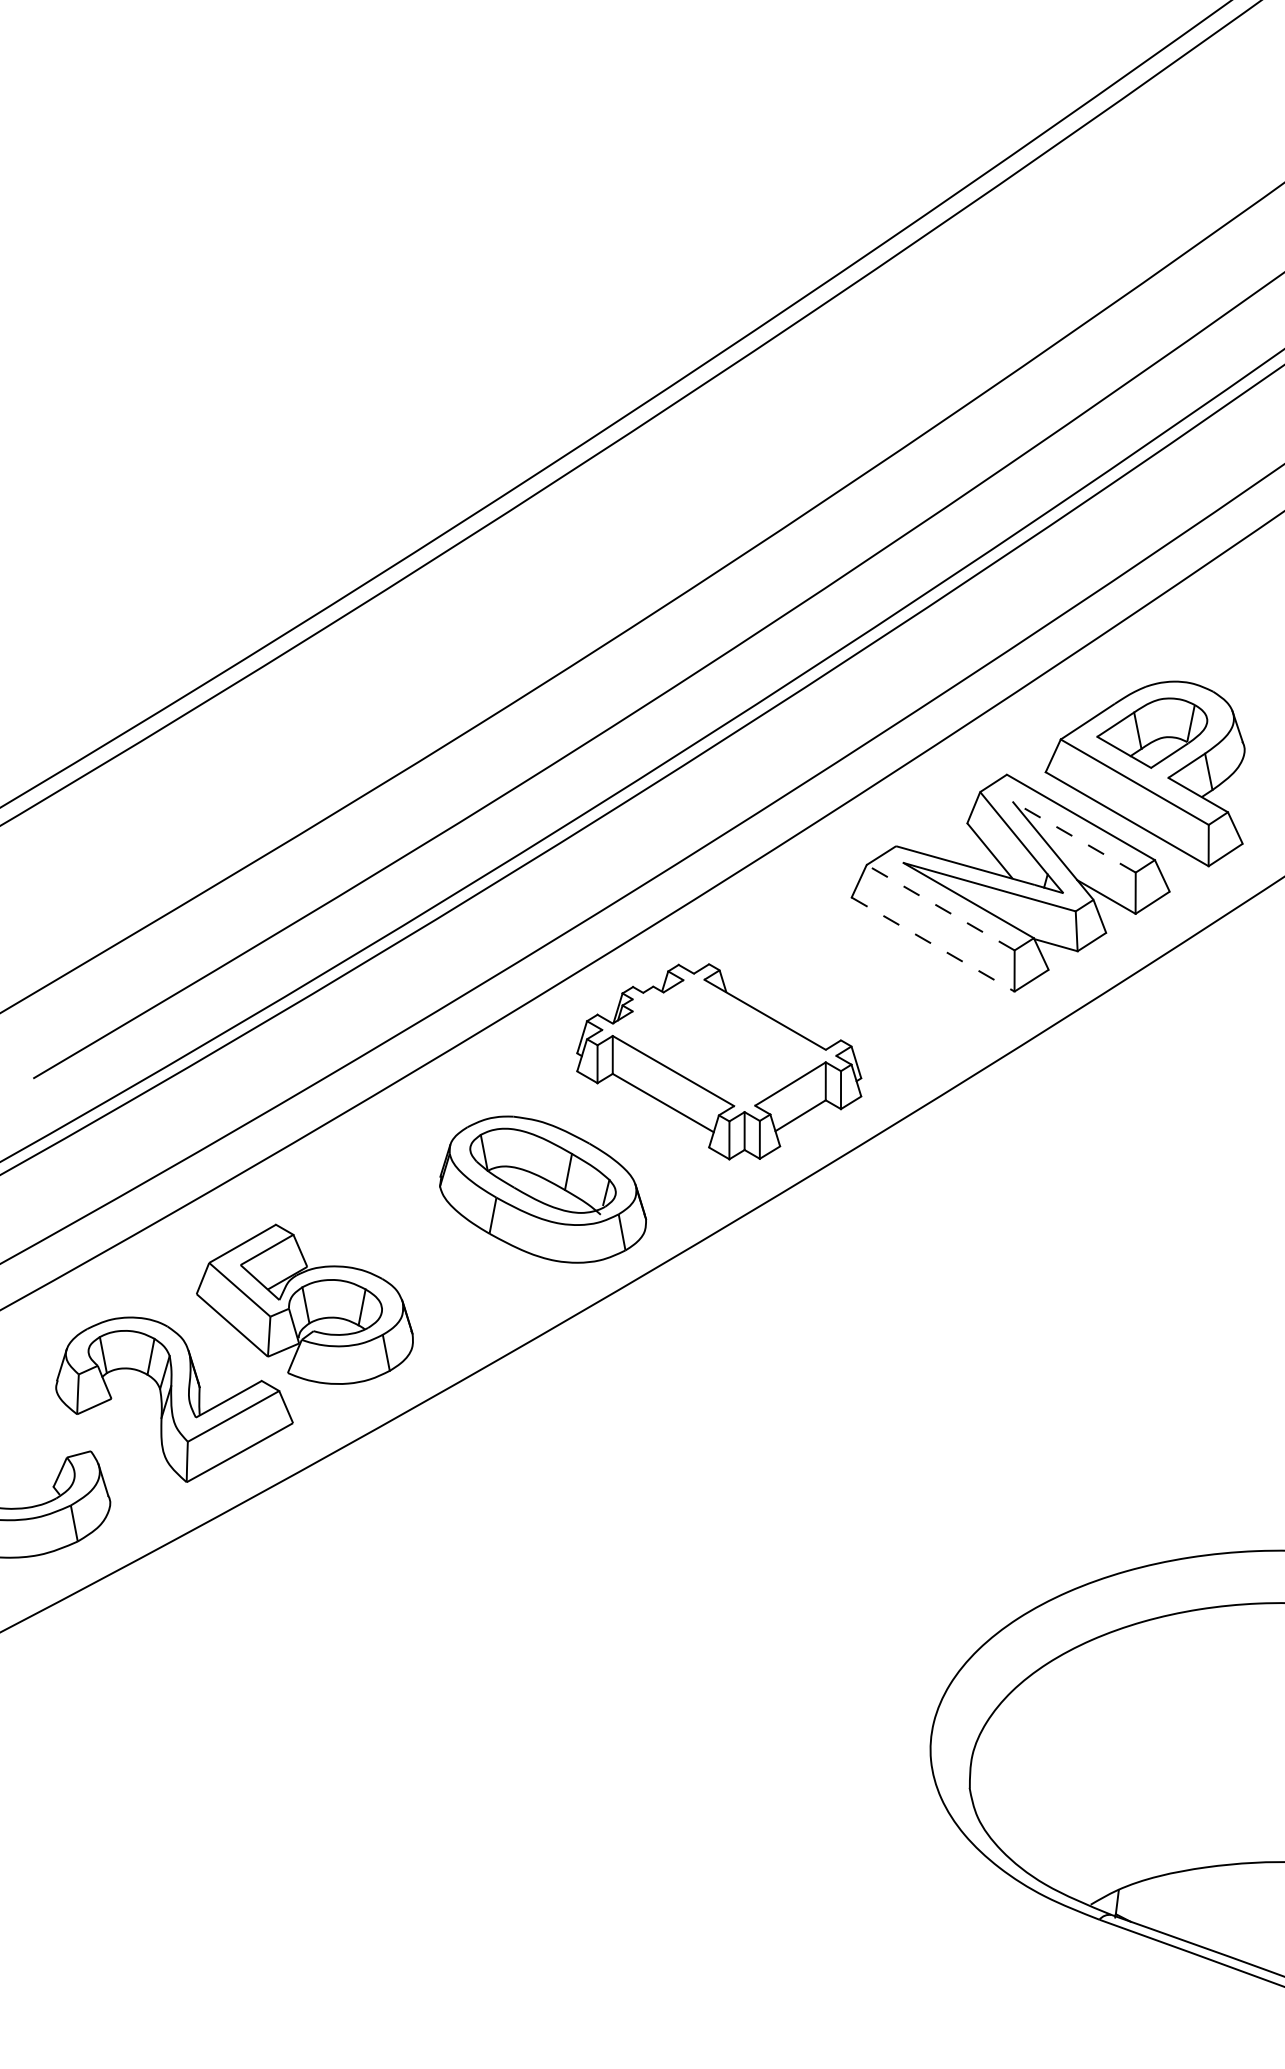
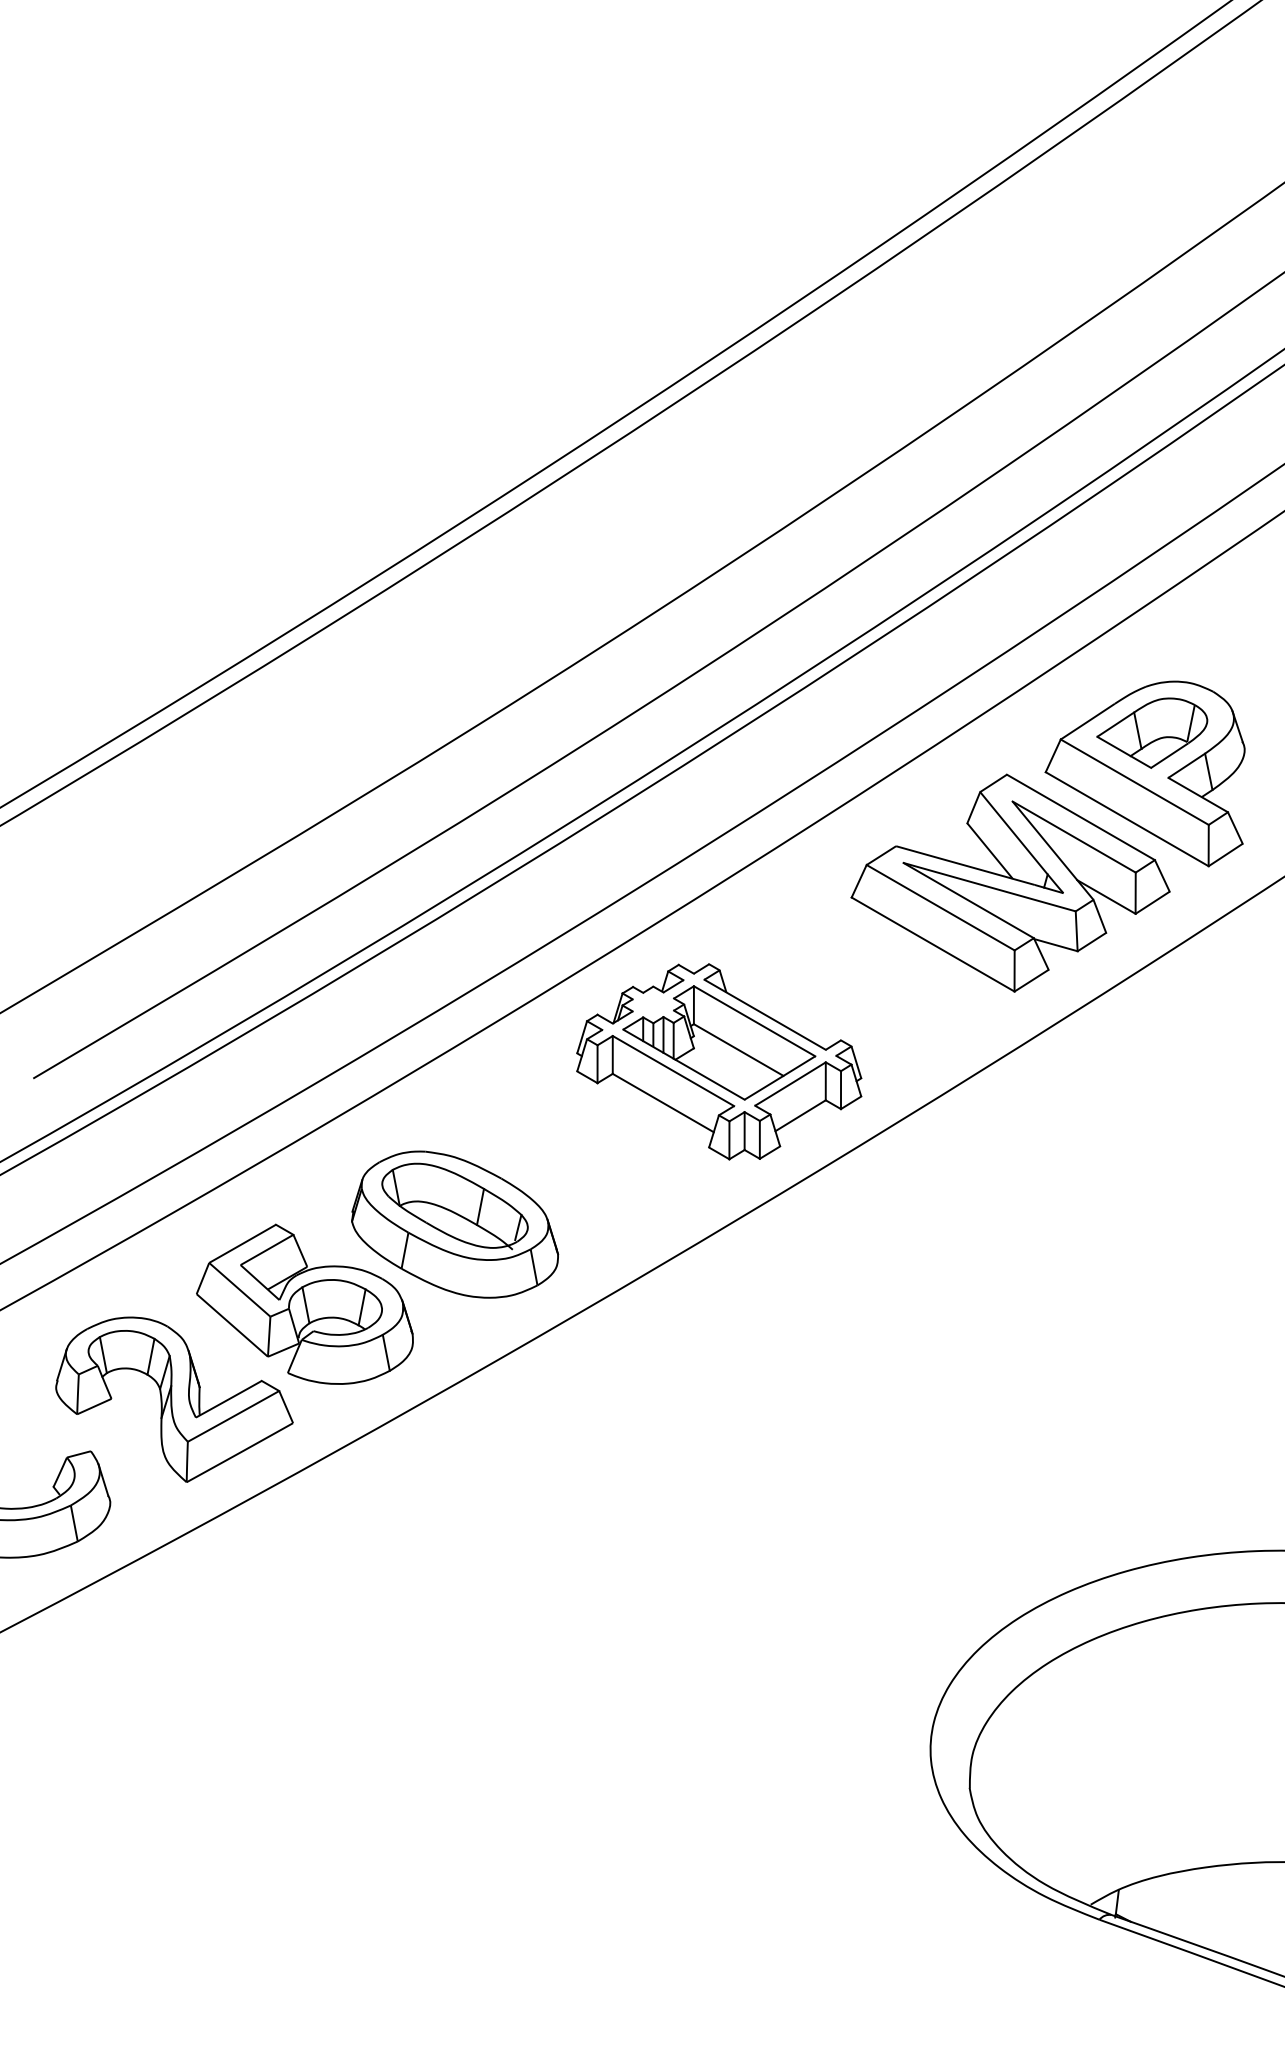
line at (1073, 836): dashed -> solid
line at (940, 907): dashed -> solid
line at (933, 944): dashed -> solid
part at (719, 1042): none -> present
part at (543, 1189) position: (543, 1189) -> (455, 1224)
